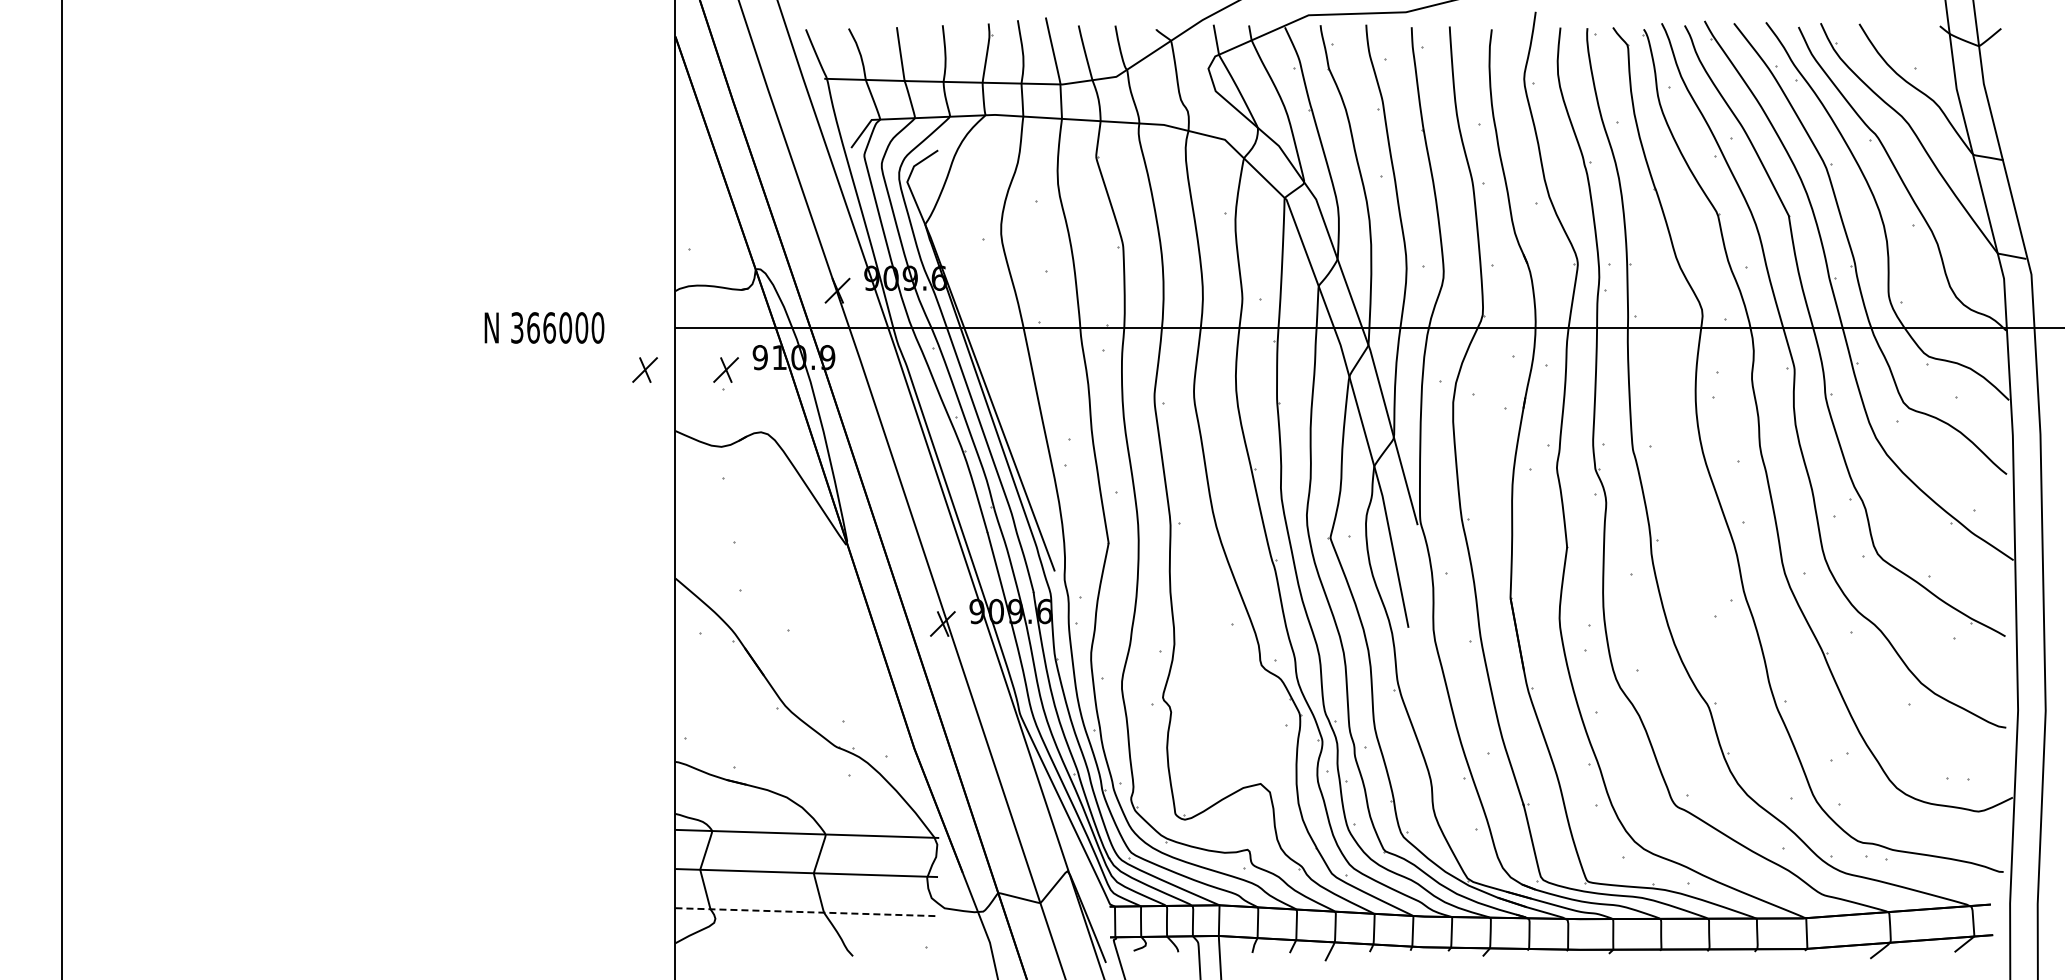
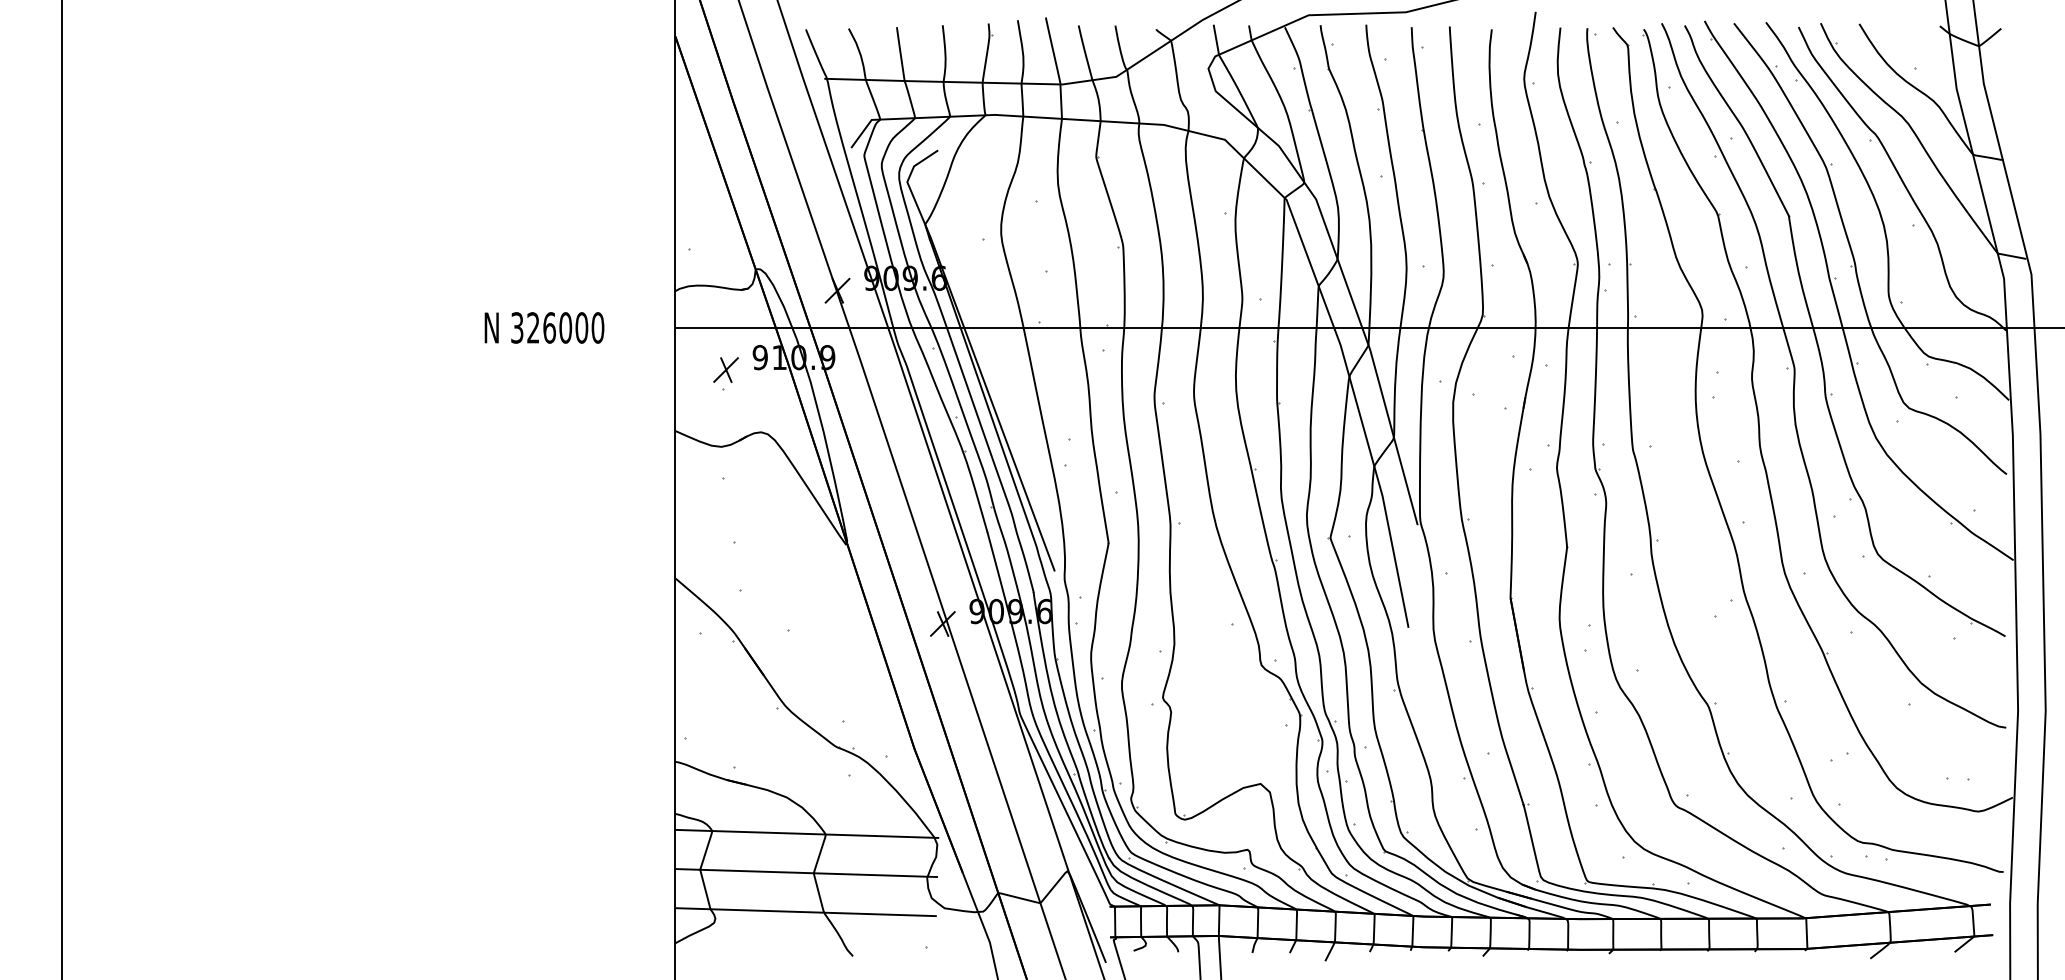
text at (533, 327): 366000 -> 326000
part at (644, 369): present -> none
line at (806, 912): dashed -> solid
